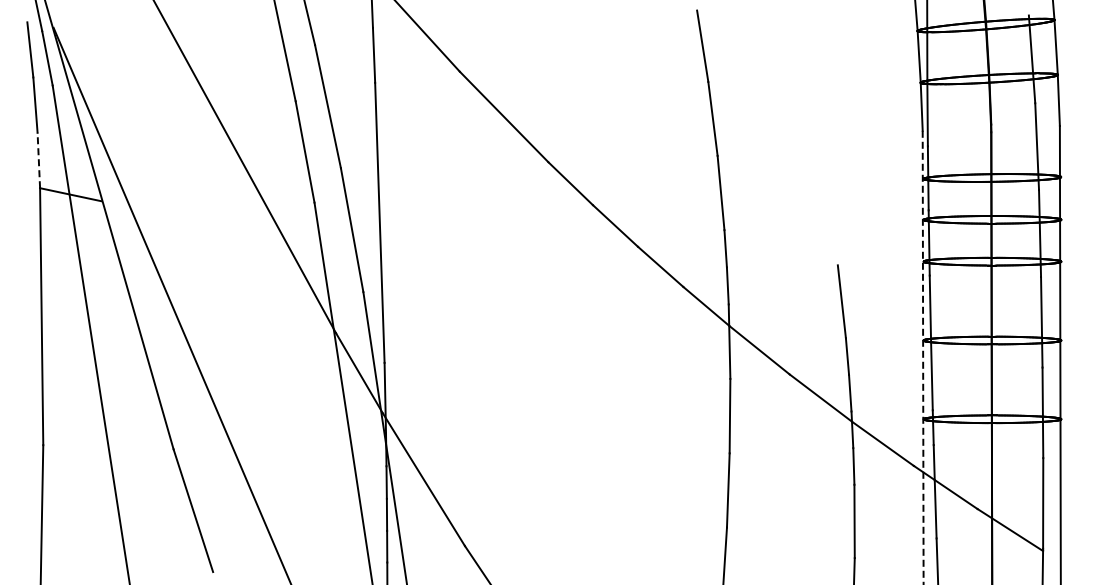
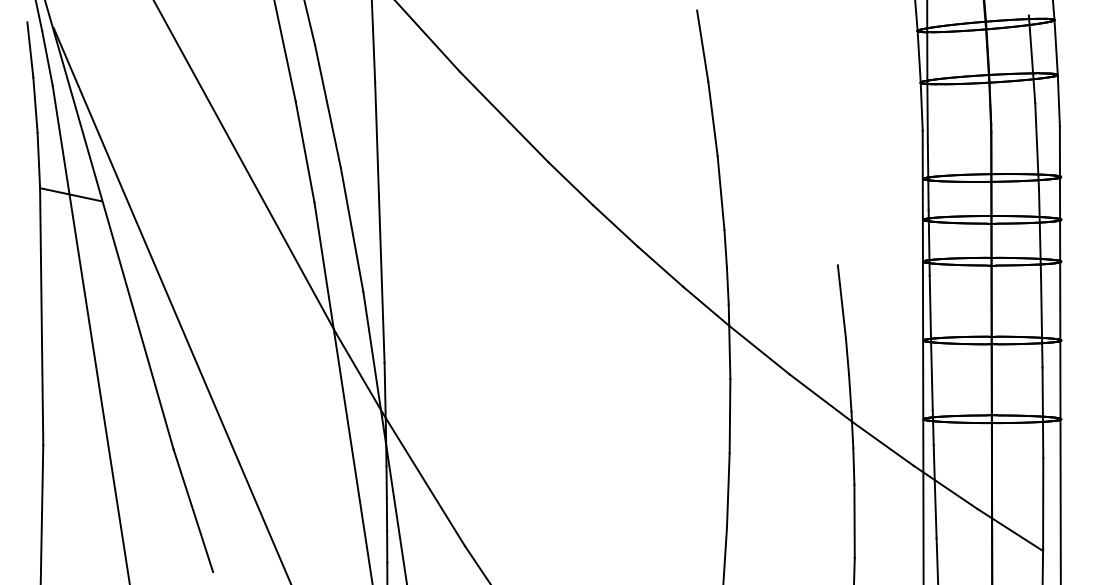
line at (38, 160): dashed -> solid
line at (923, 357): dashed -> solid
